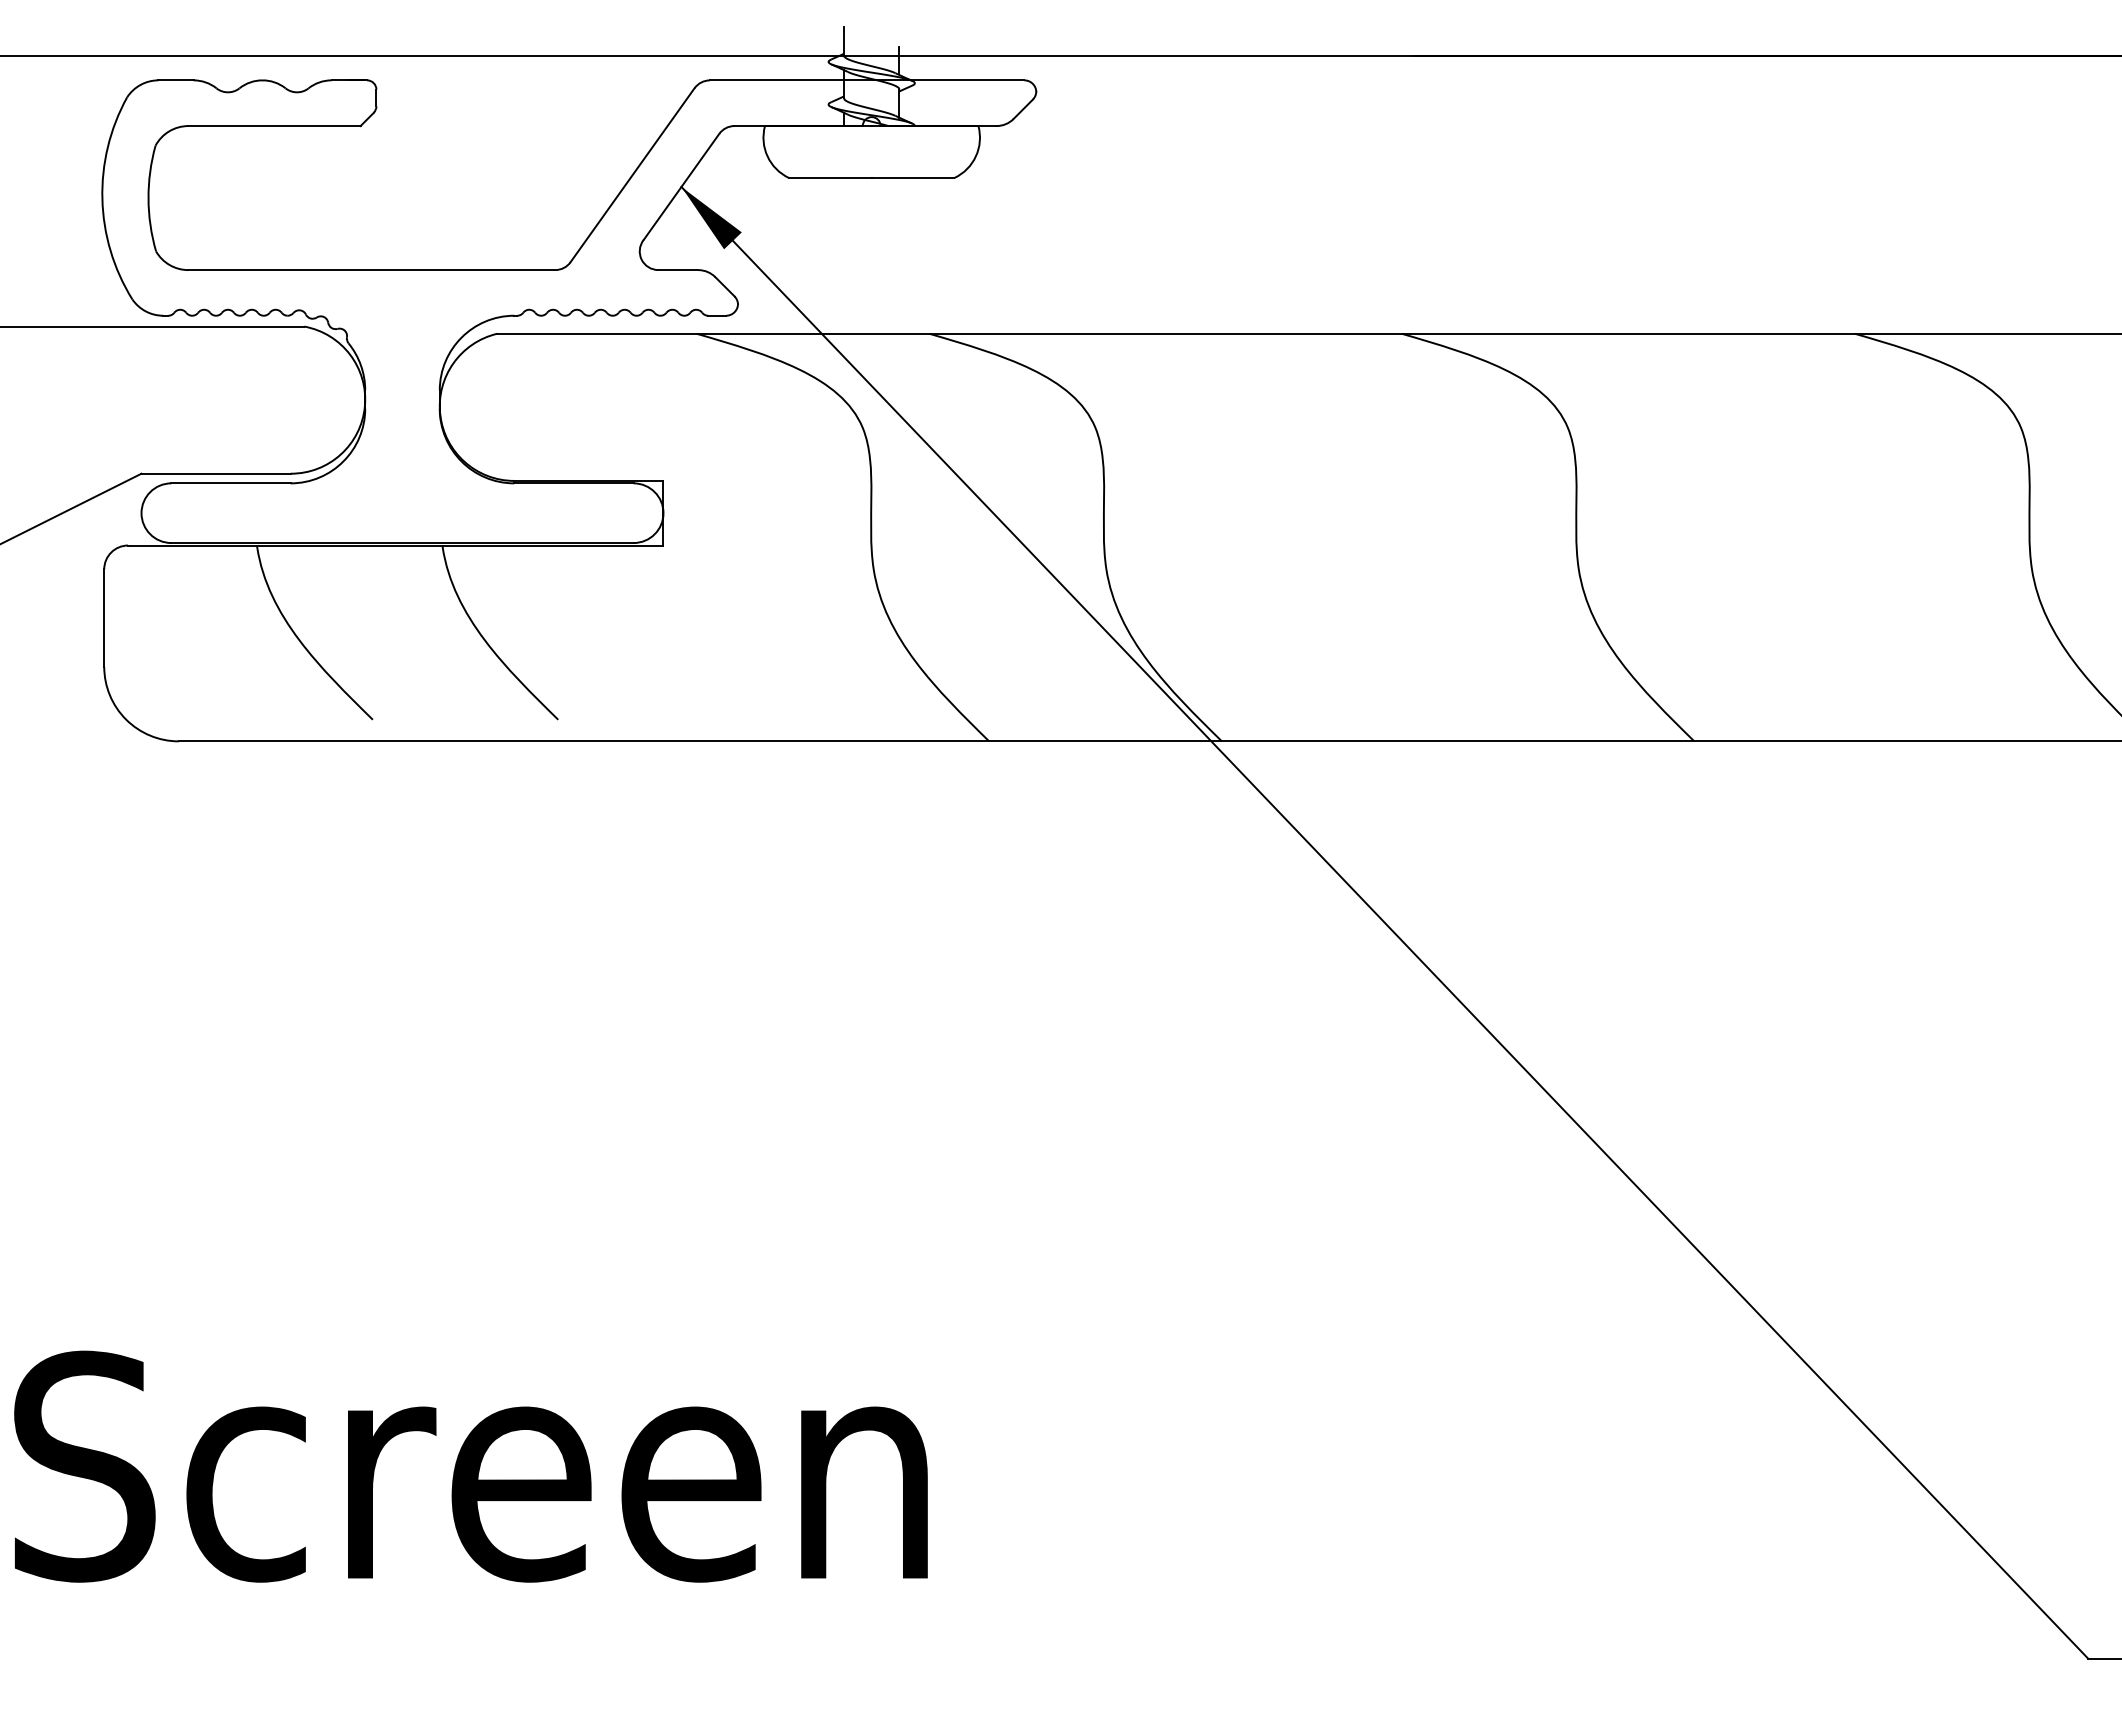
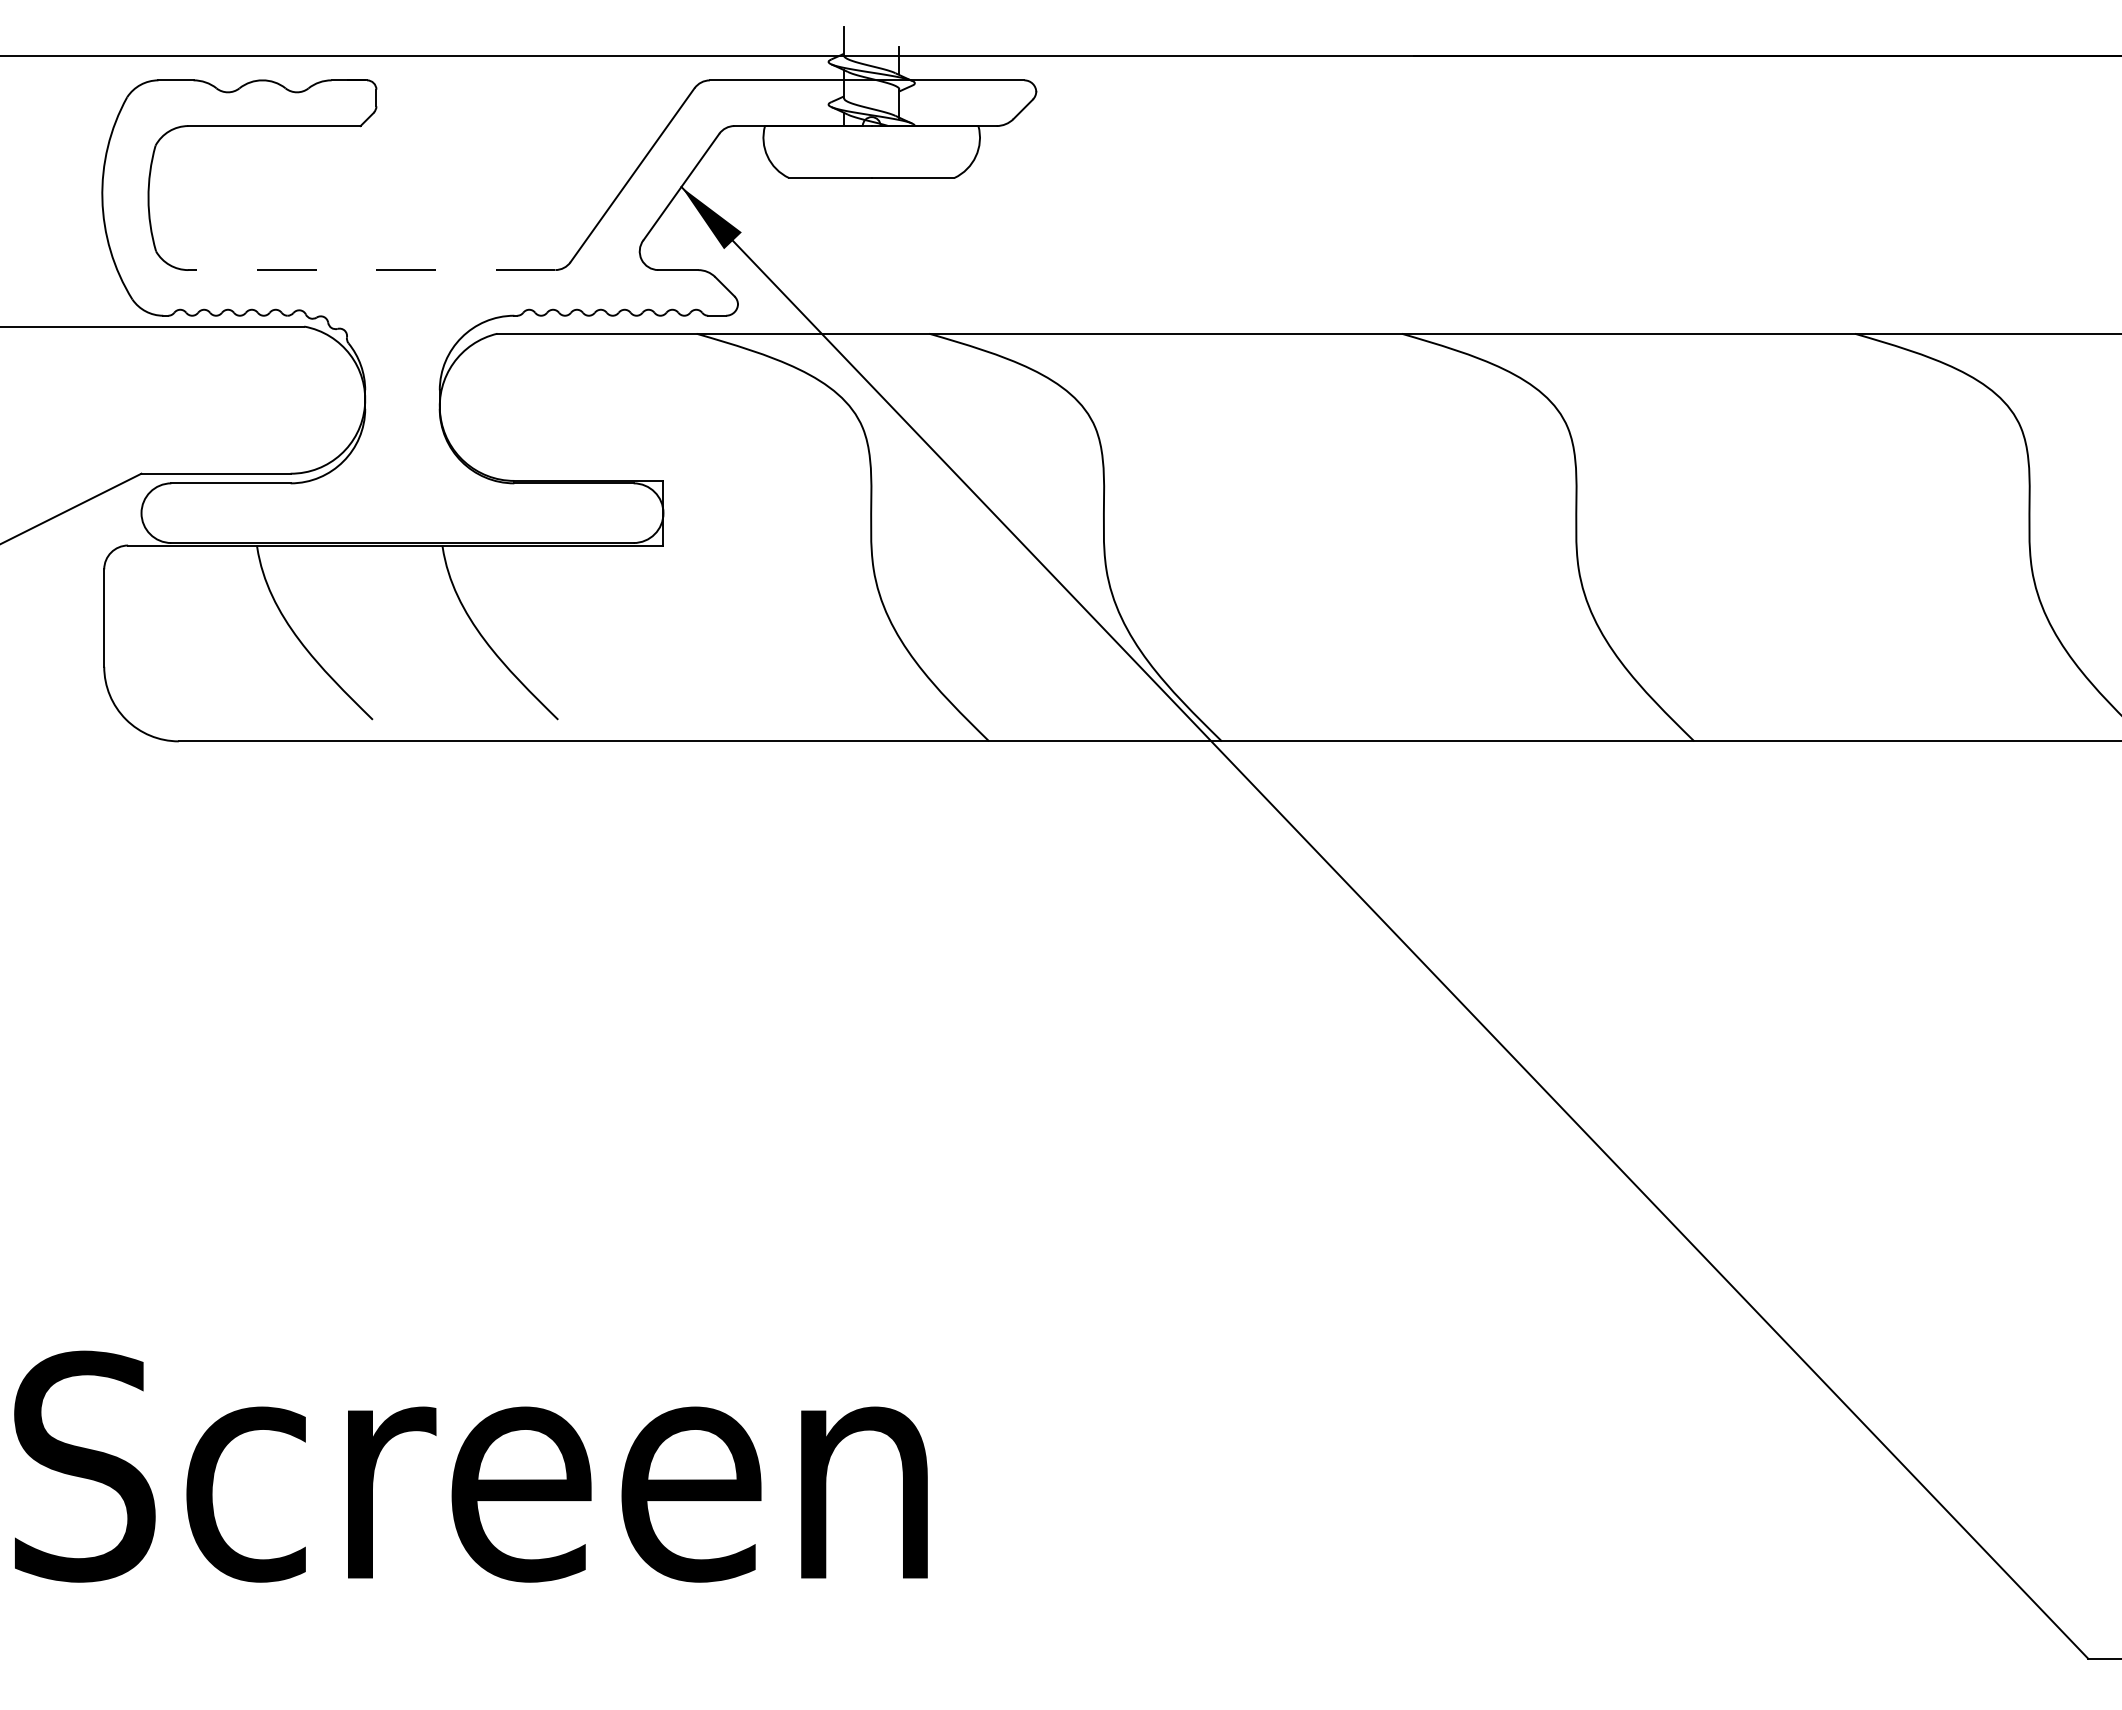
line at (371, 270): solid -> dashed
